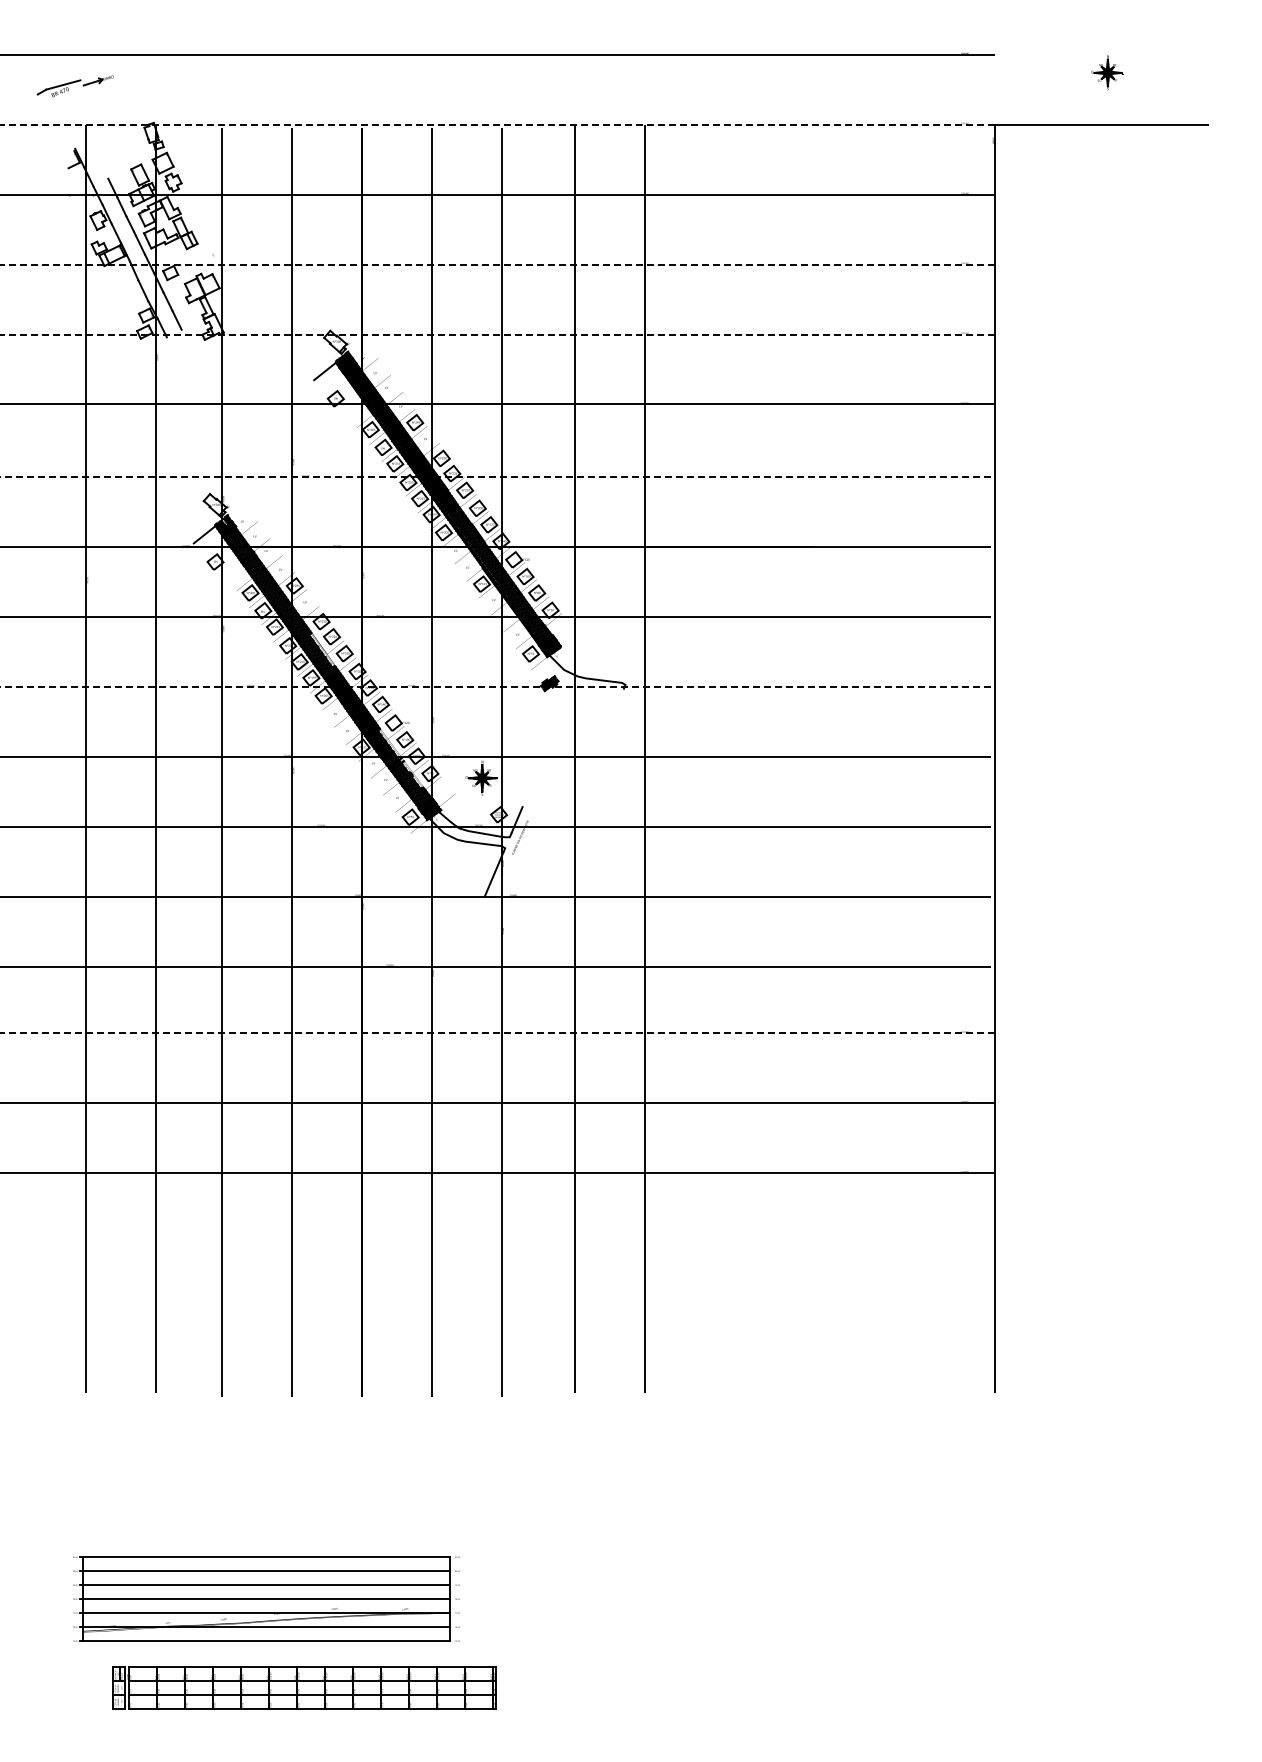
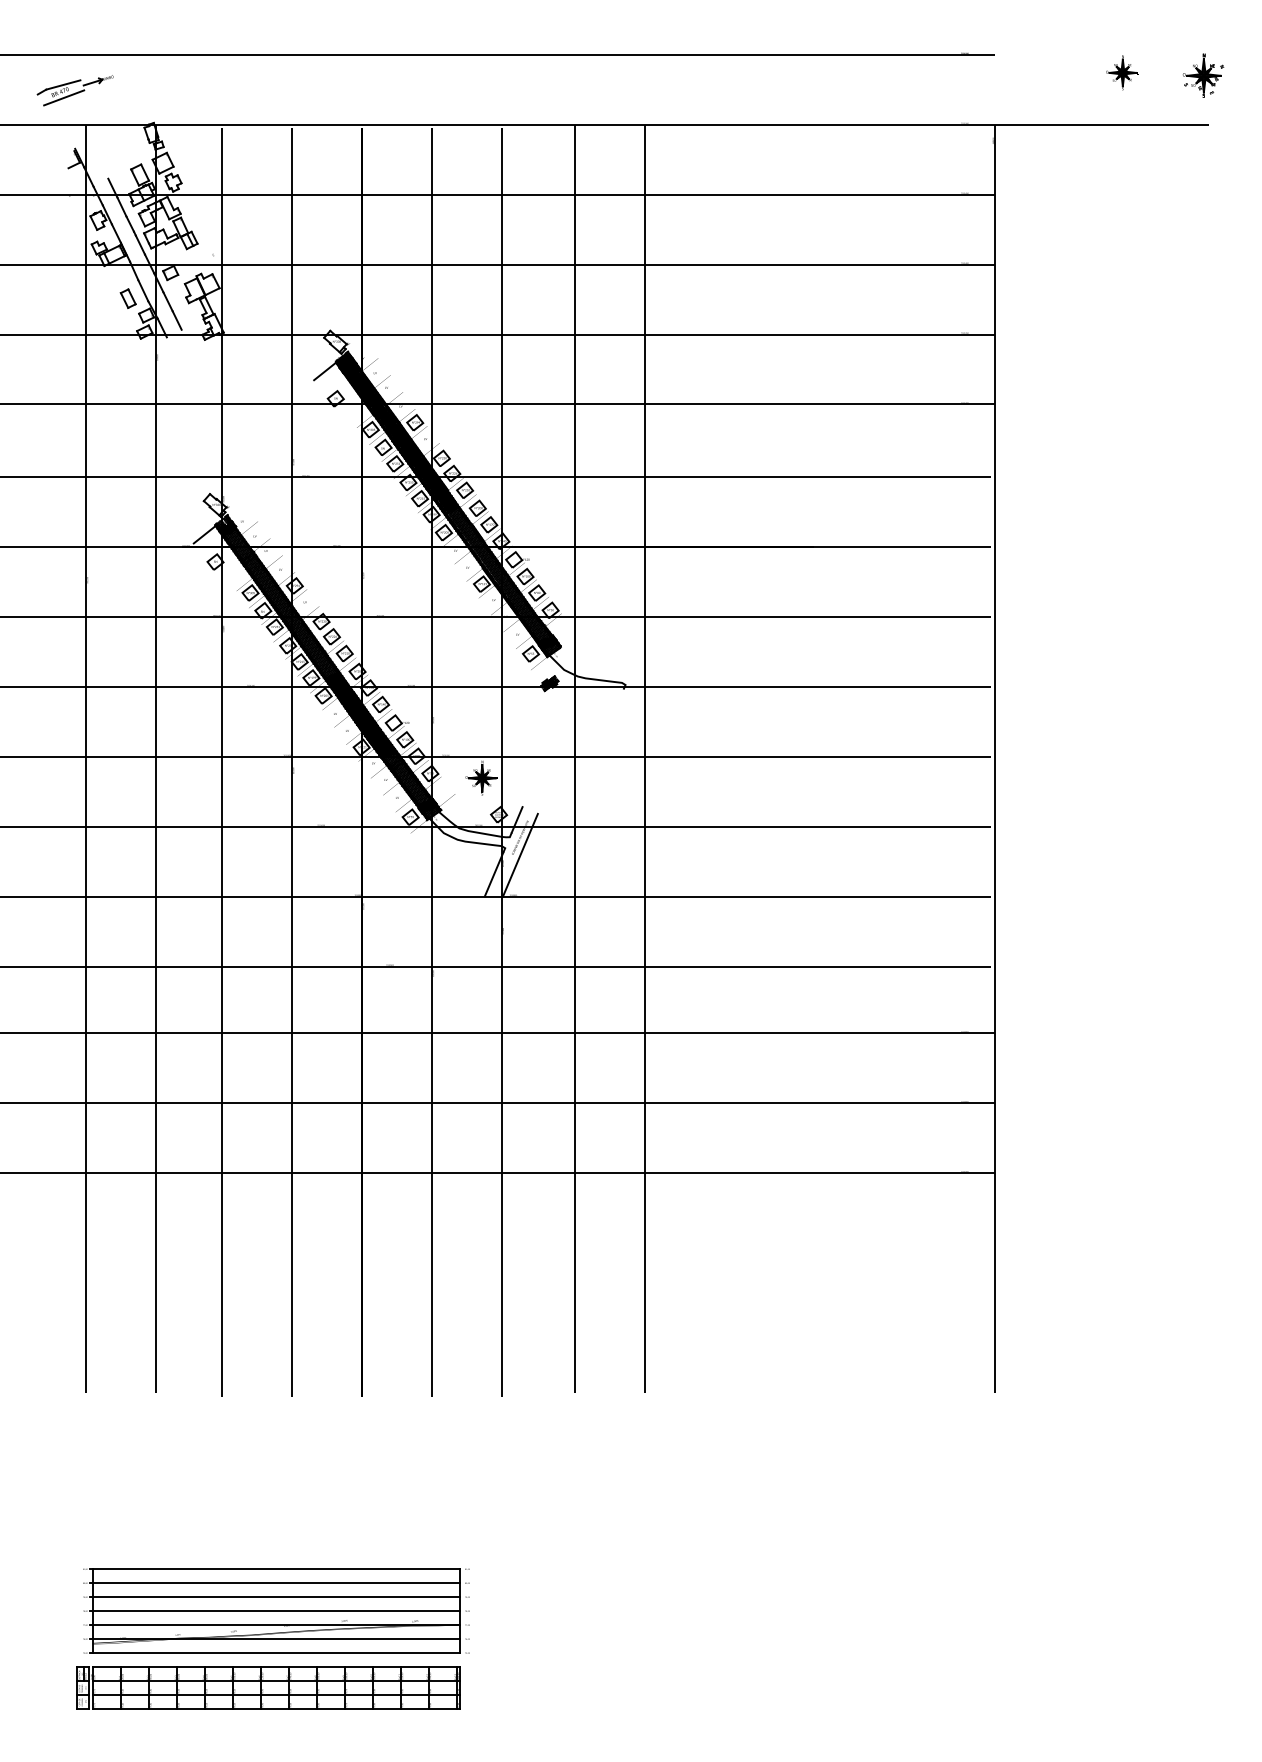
part at (1107, 72) position: (1107, 72) -> (1122, 72)
part at (1203, 75): none -> present
line at (64, 97): none -> present
line at (497, 124): dashed -> solid
line at (497, 264): dashed -> solid
part at (127, 298): none -> present
line at (497, 334): dashed -> solid
line at (495, 477): dashed -> solid
hatch at (321, 649): none -> present
line at (495, 687): dashed -> solid
hatch at (400, 758): none -> present
line at (519, 854): none -> present
line at (497, 1033): dashed -> solid
part at (266, 1598) position: (266, 1598) -> (276, 1610)
part at (304, 1687) position: (304, 1687) -> (268, 1687)
